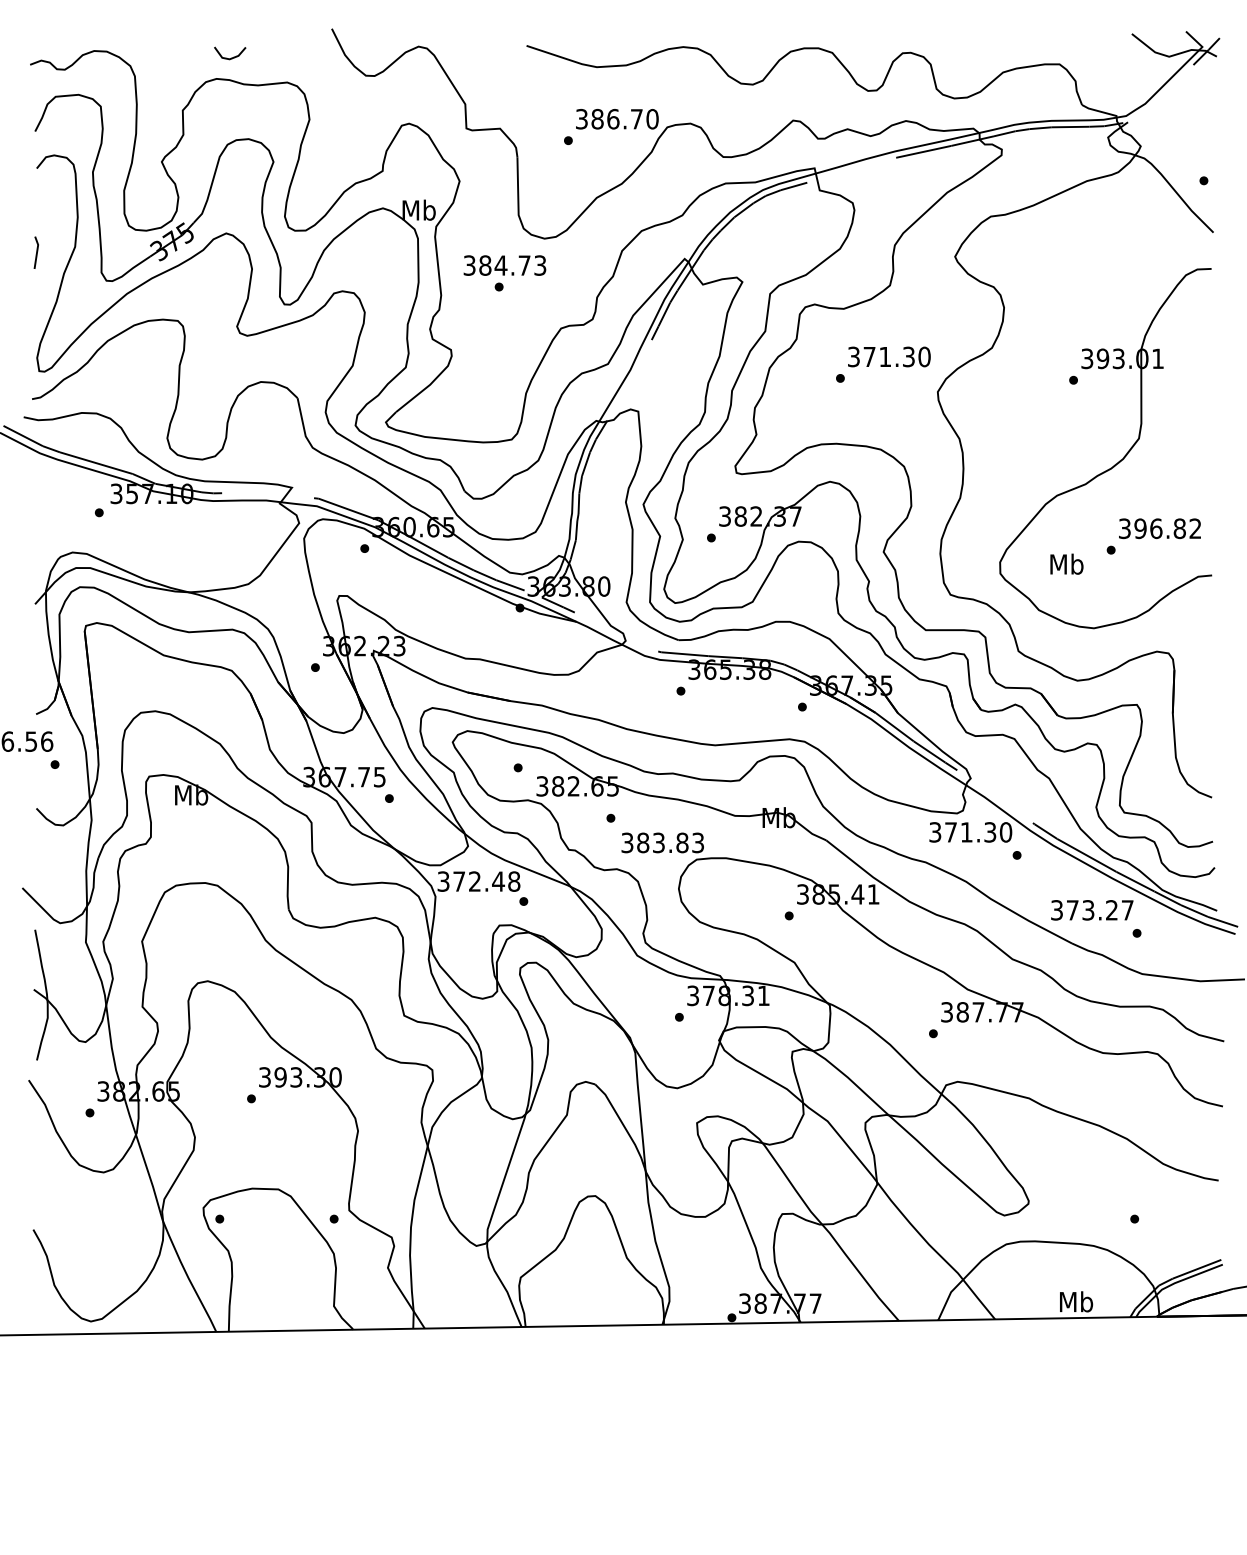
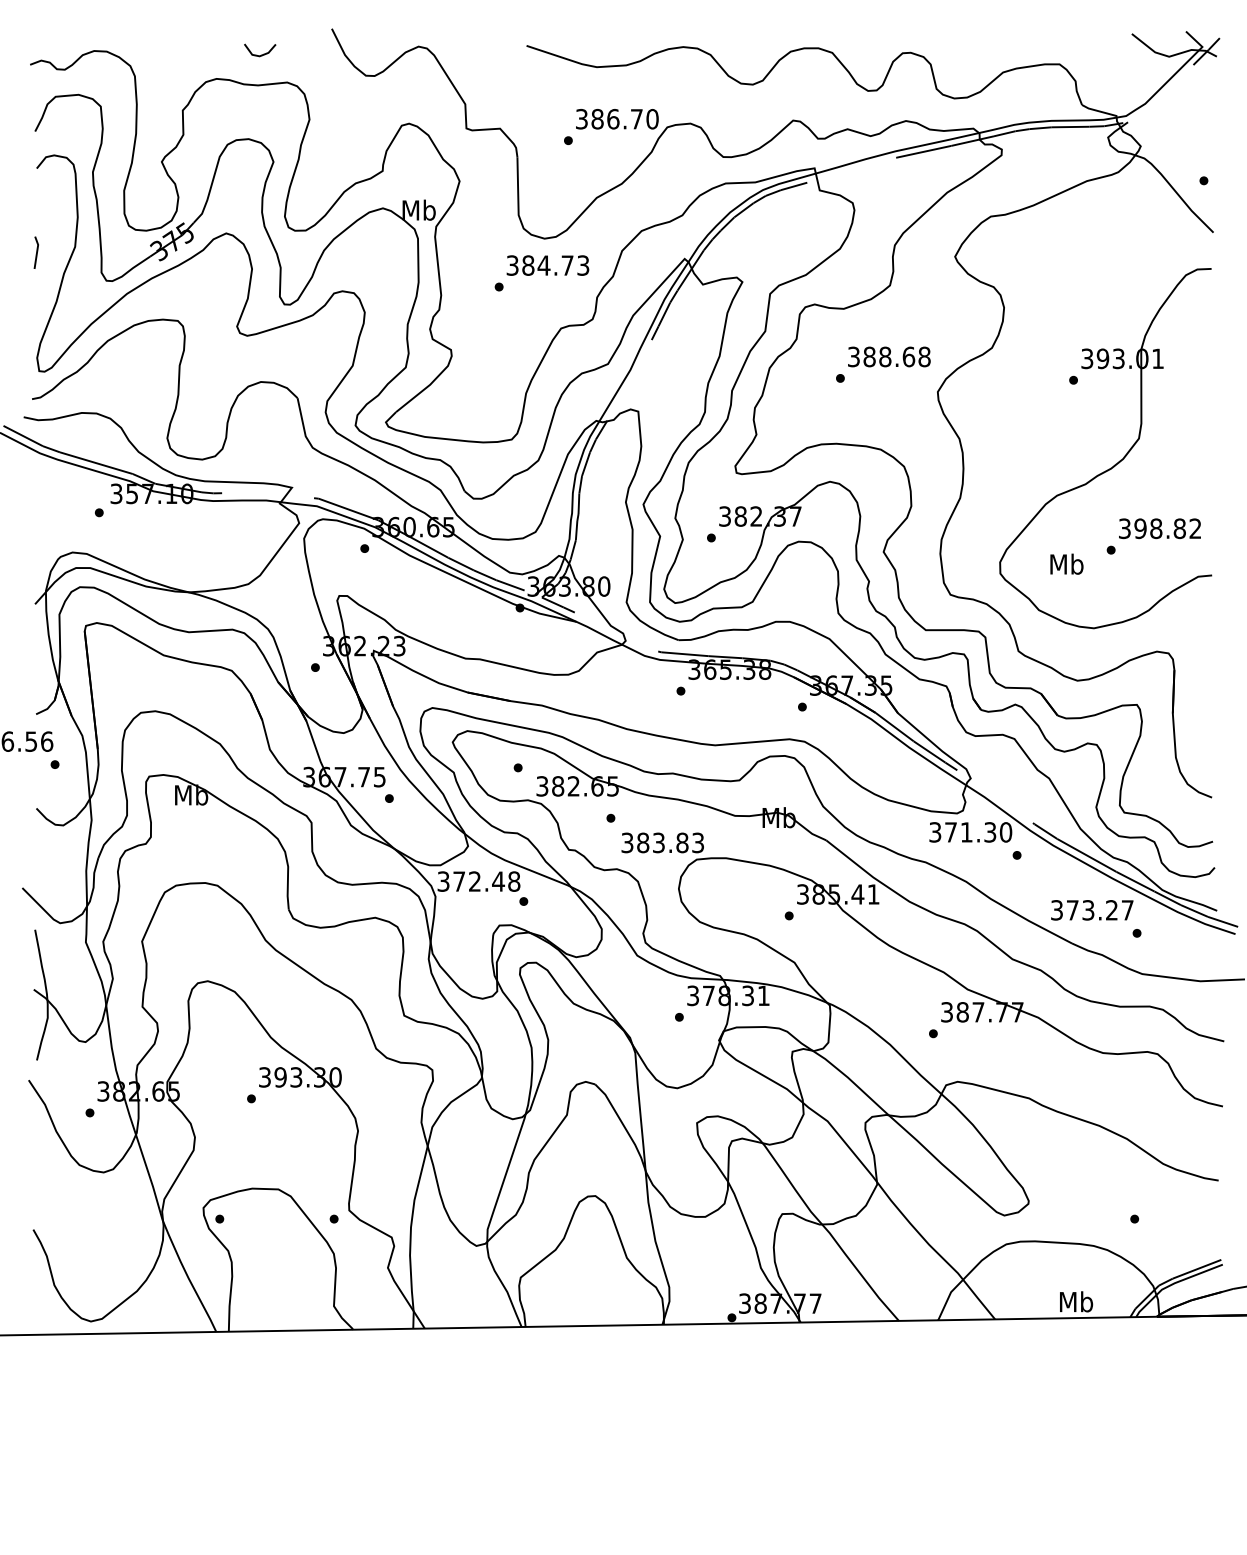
line at (231, 57) position: (231, 57) -> (261, 54)
text at (504, 265) position: (504, 265) -> (547, 265)
text at (896, 356): 371.30 -> 388.68
text at (1156, 528): 396.82 -> 398.82
